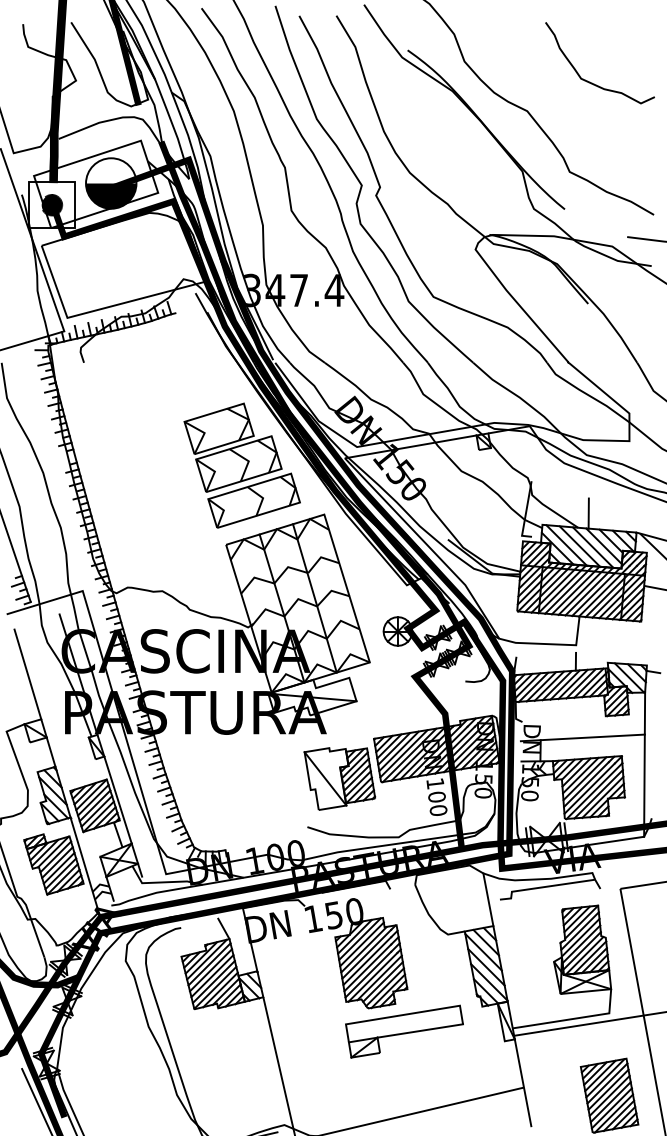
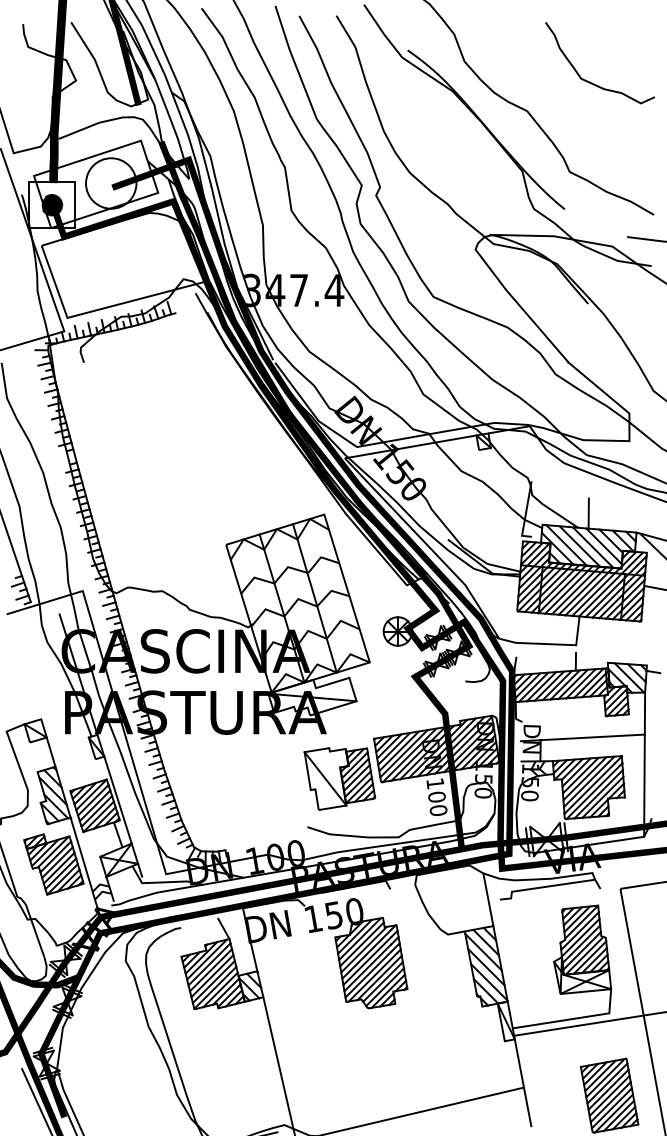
fill at (111, 195): present -> none
part at (241, 465): present -> none
line at (27, 674): present -> none
part at (404, 1031): present -> none
